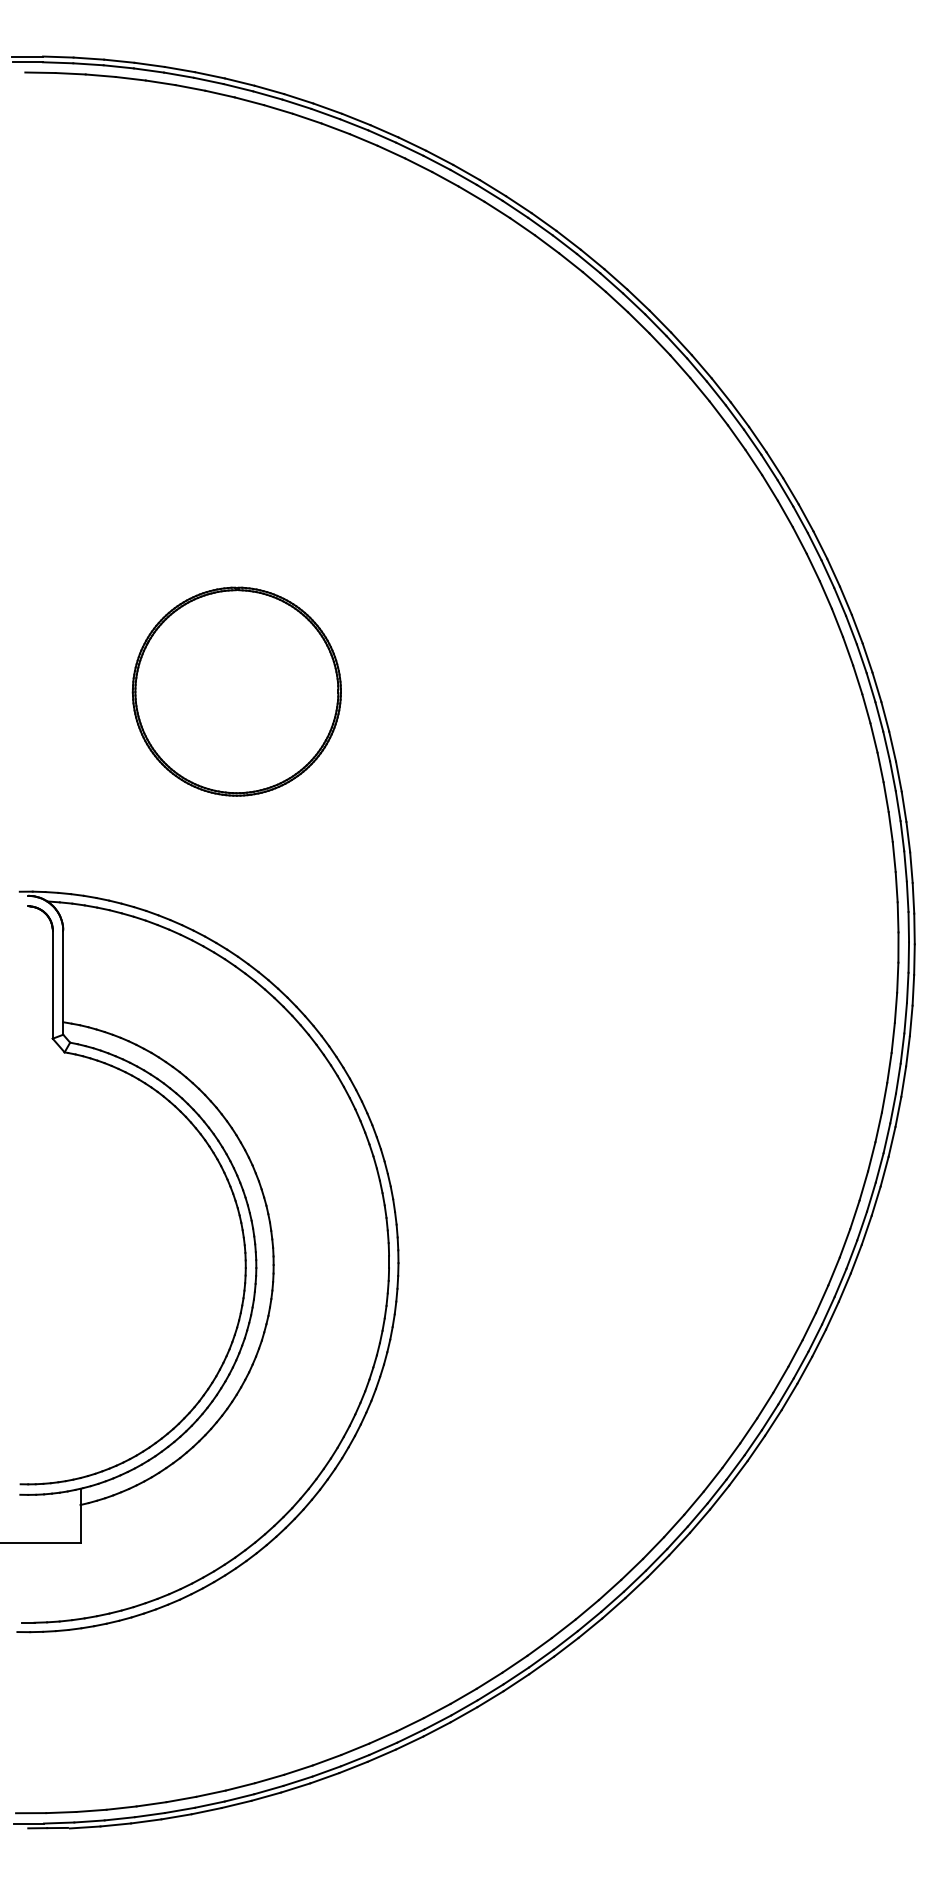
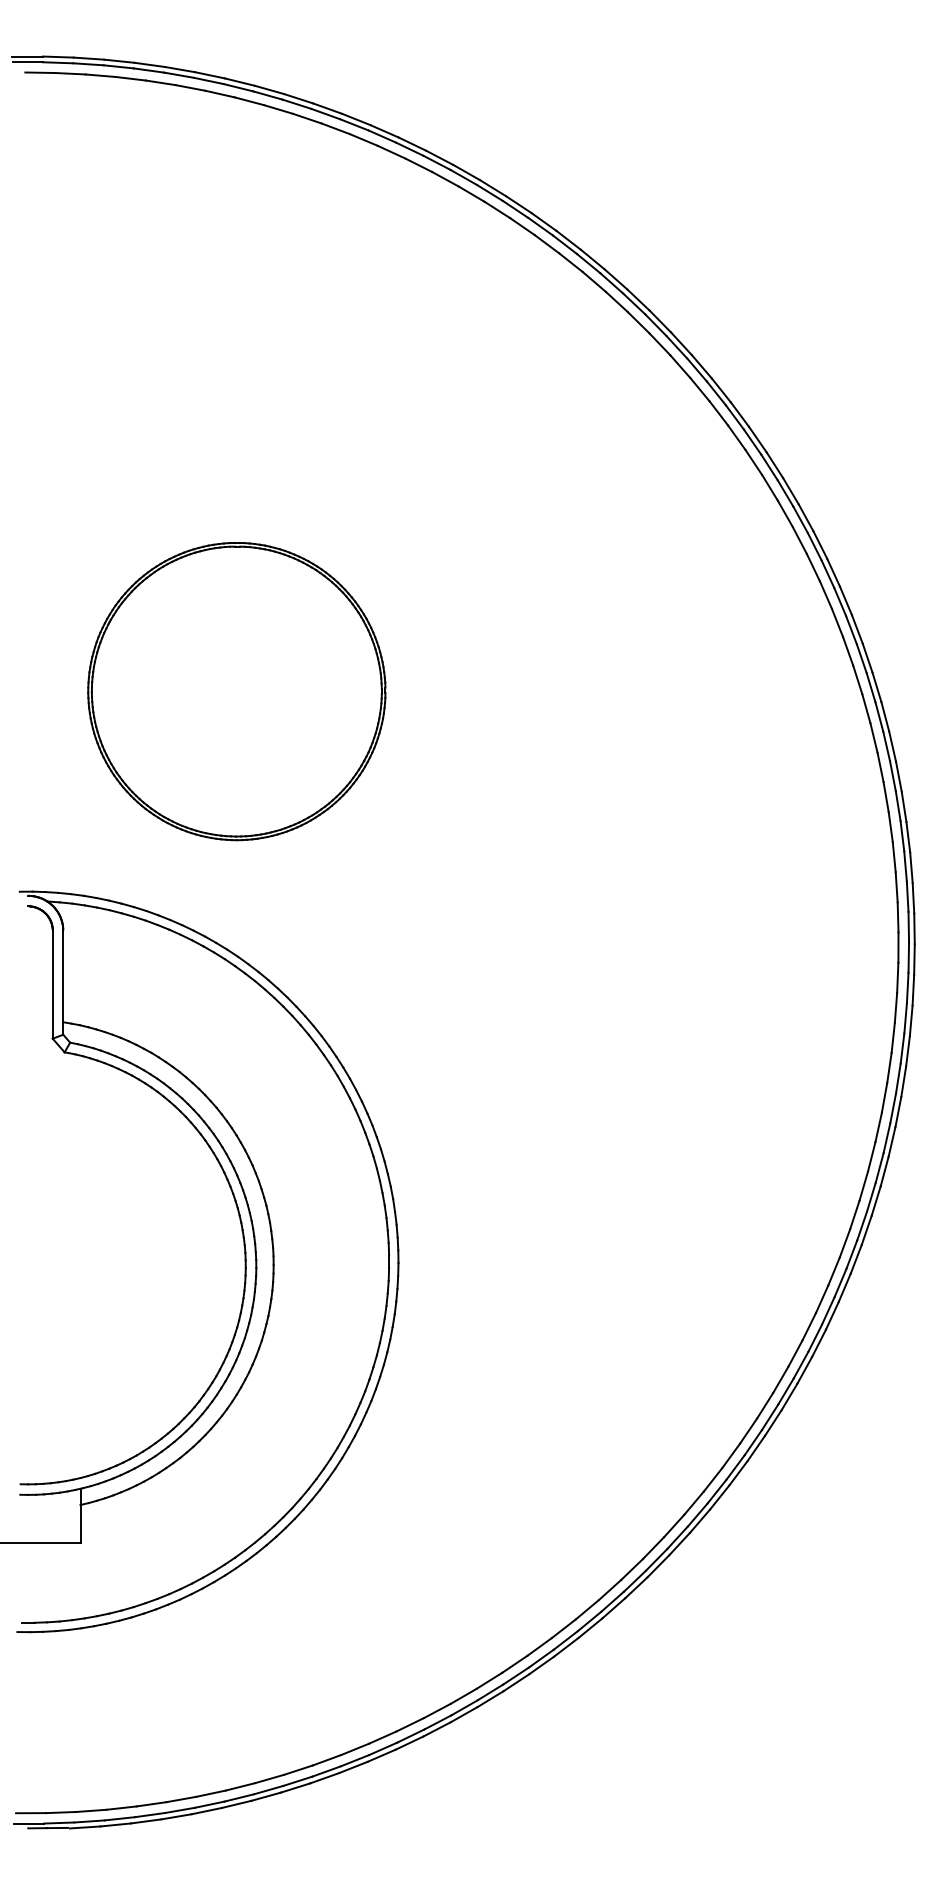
part at (236, 691) size: 211x211 px -> 300x300 px
